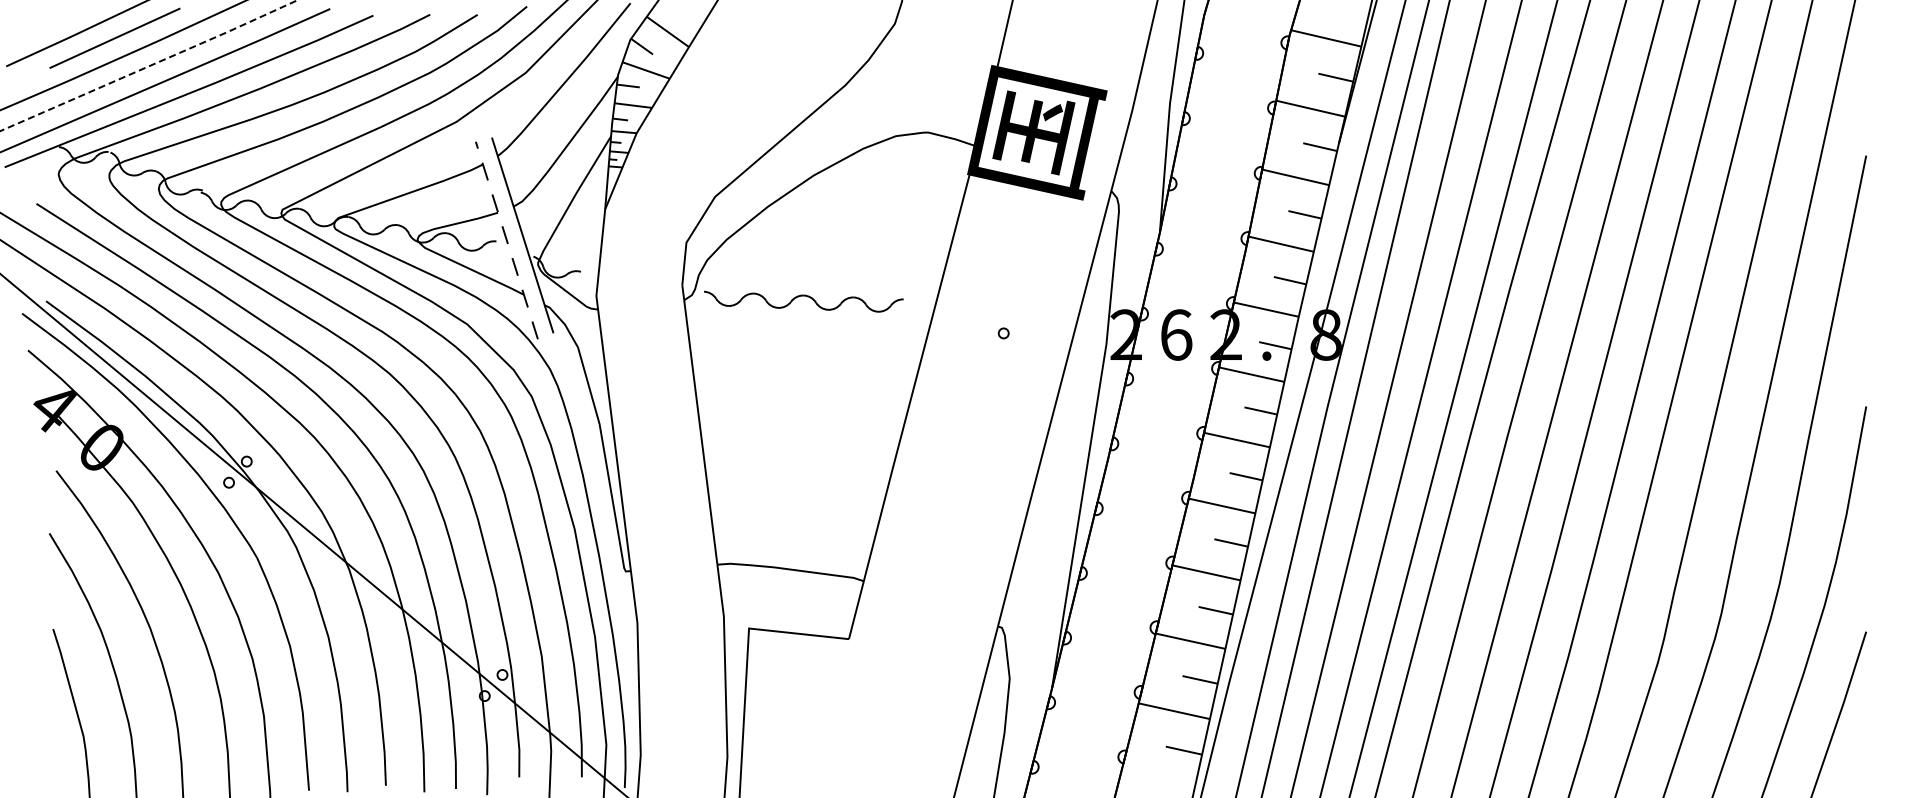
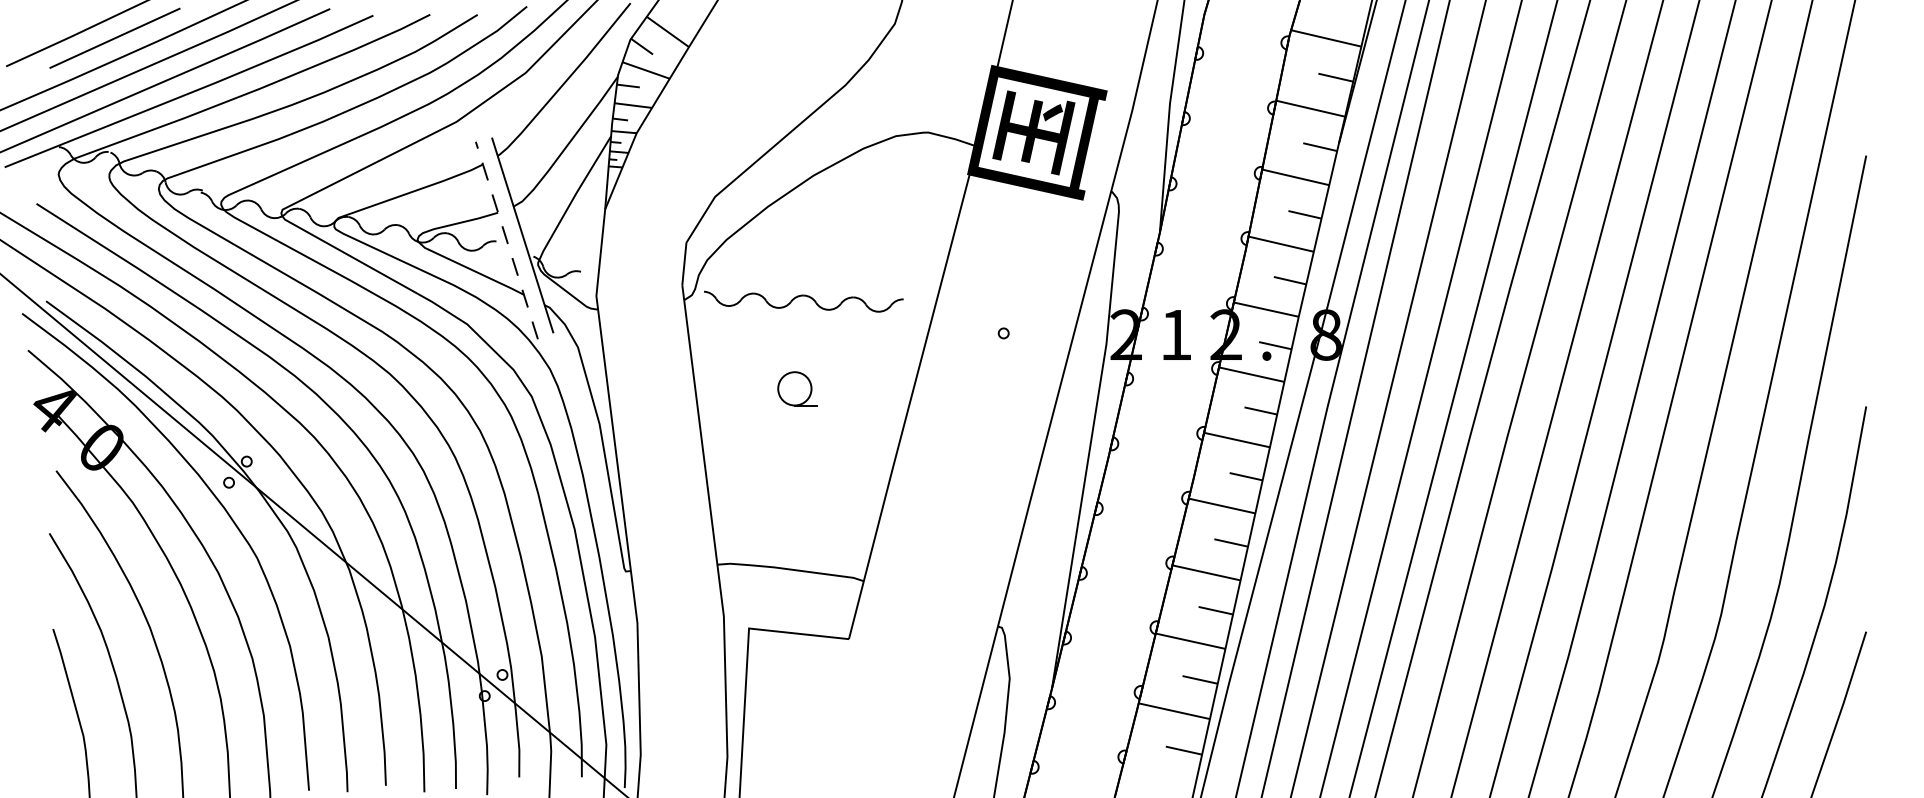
line at (150, 65): dashed -> solid
text at (1176, 334): 6 -> 1
part at (797, 388): none -> present
